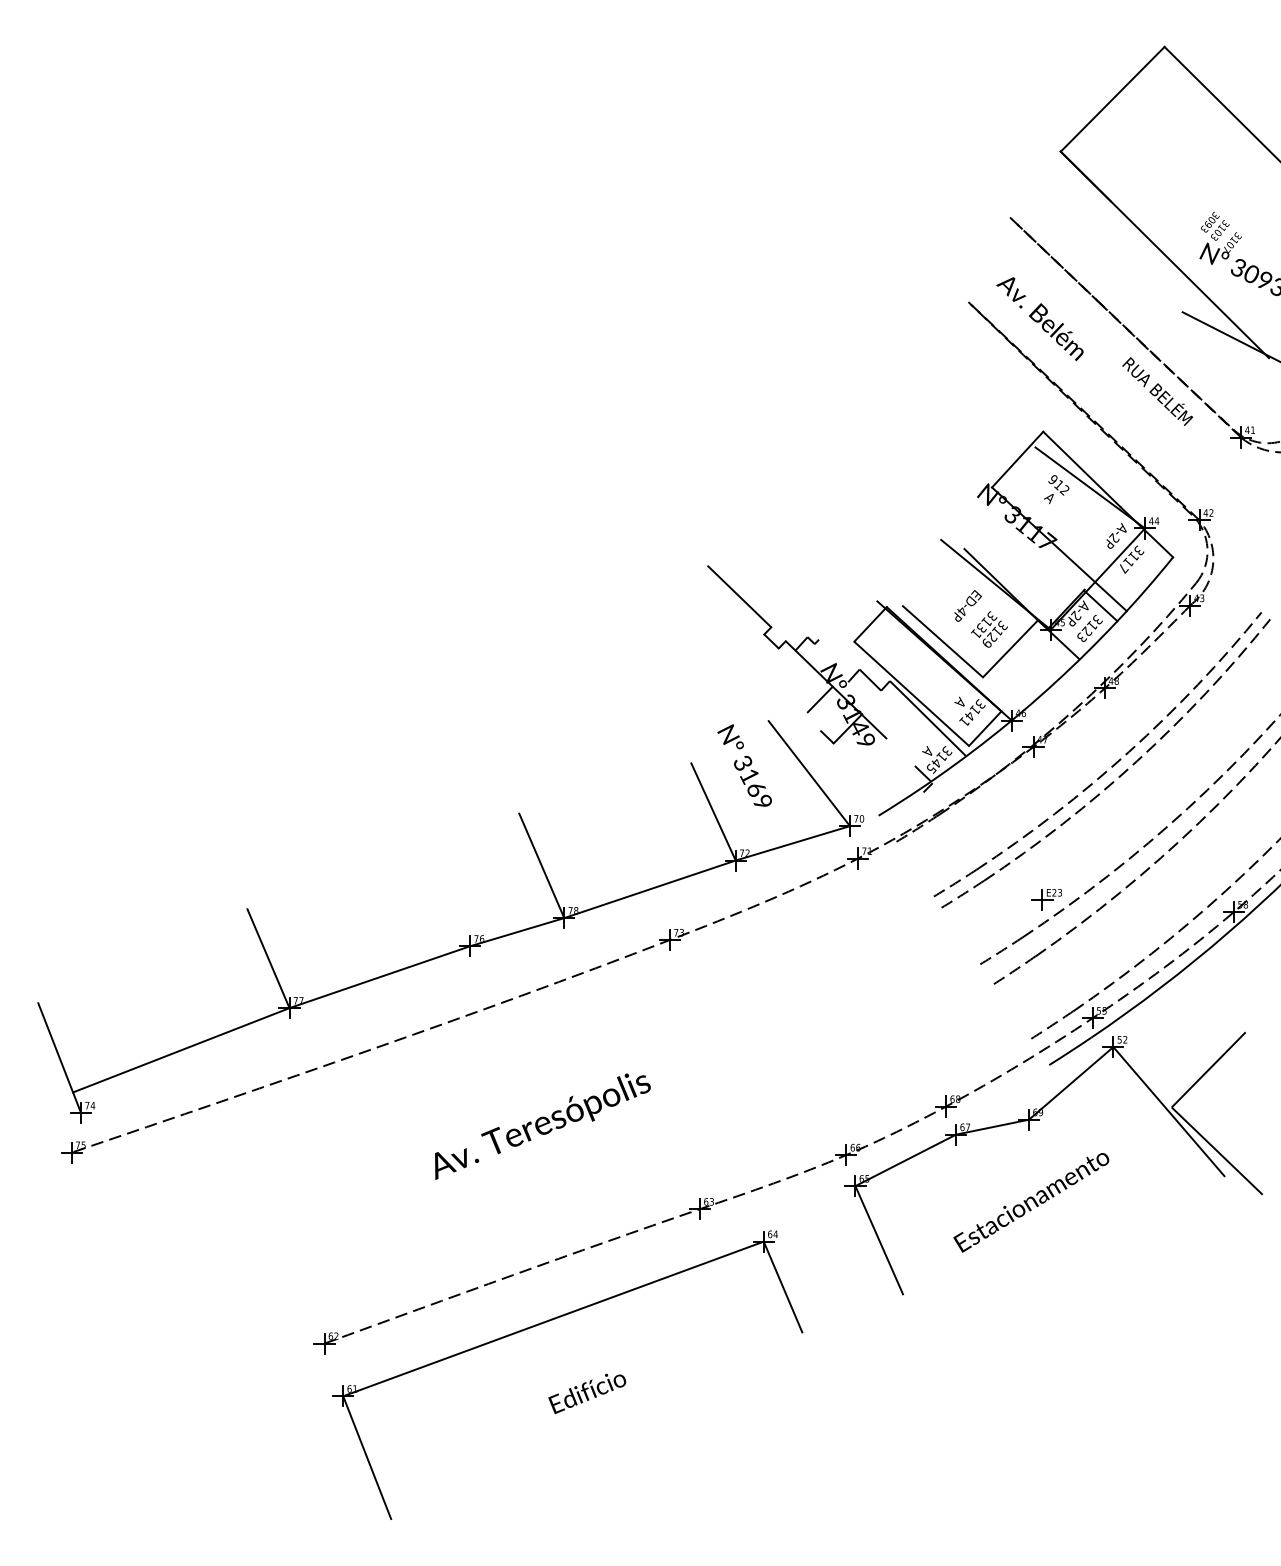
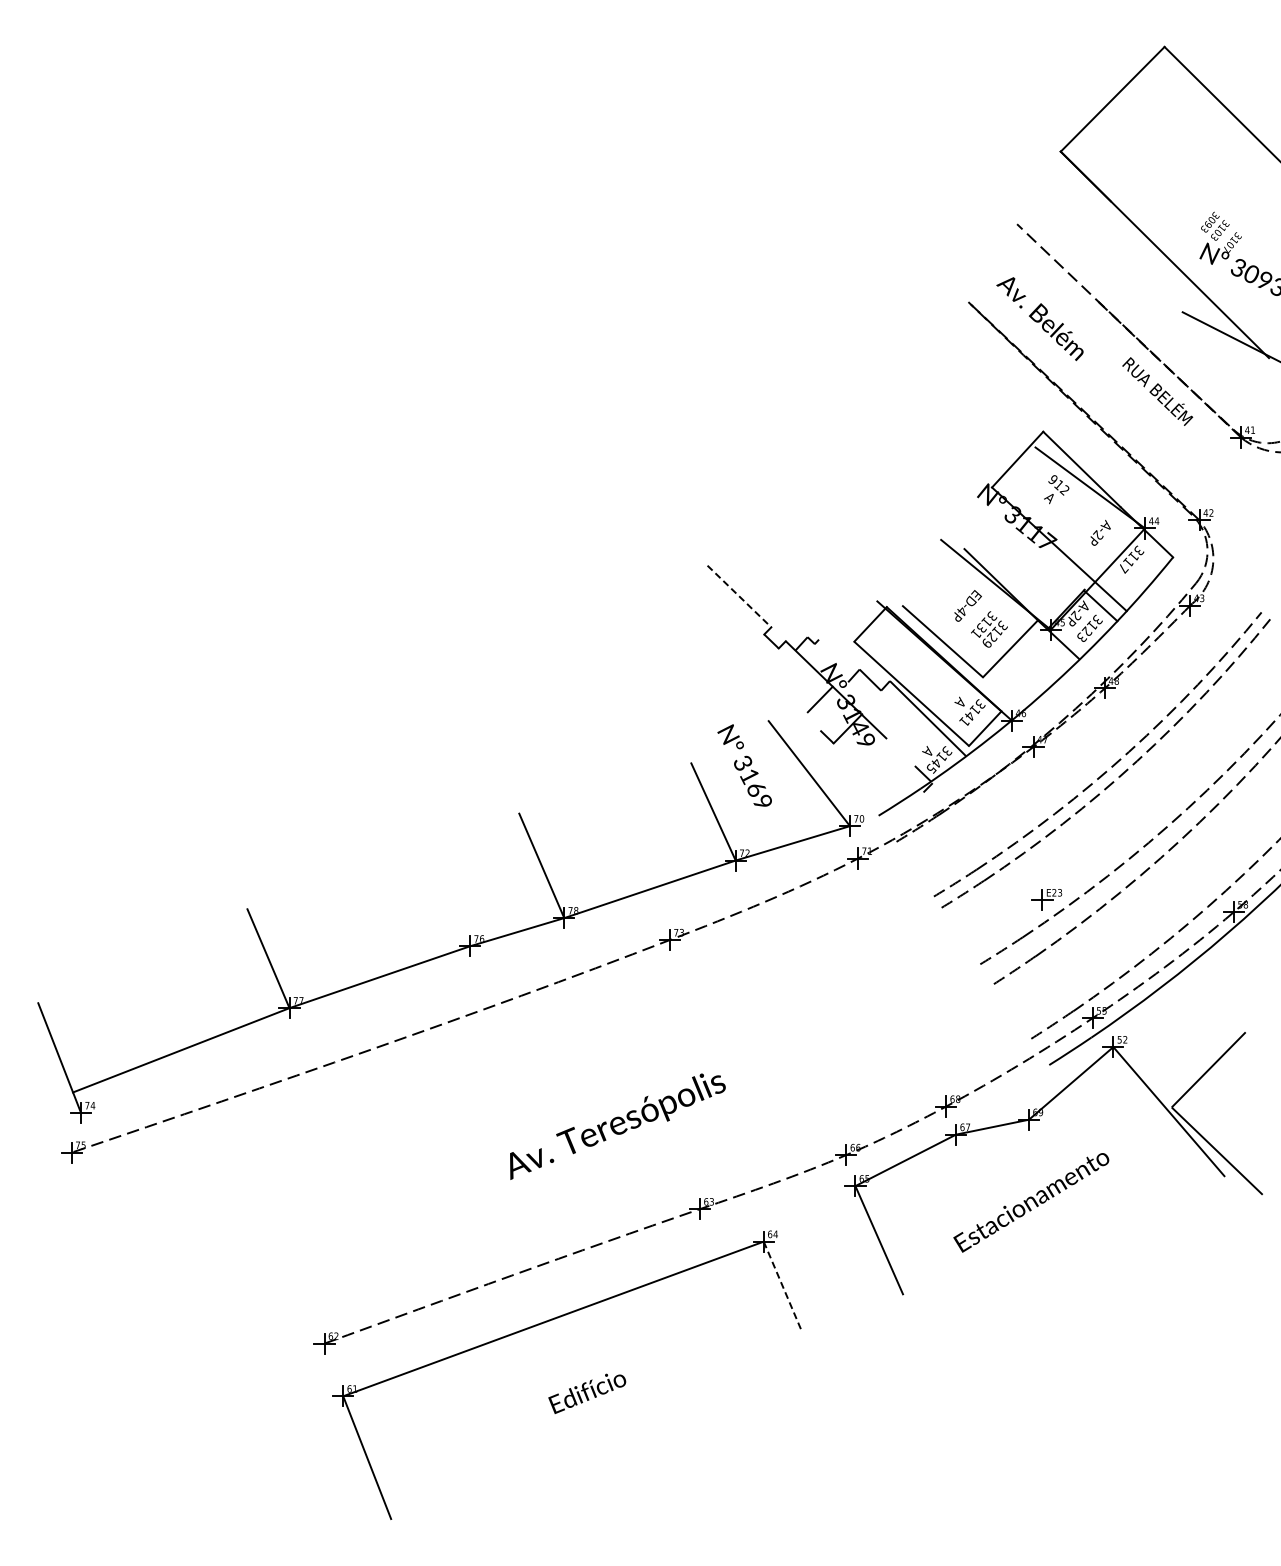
line at (1054, 259): present -> none
text at (1116, 535) position: (1116, 535) -> (1100, 532)
line at (739, 596): solid -> dashed
text at (542, 1126) position: (542, 1126) -> (617, 1126)
line at (783, 1287): solid -> dashed
